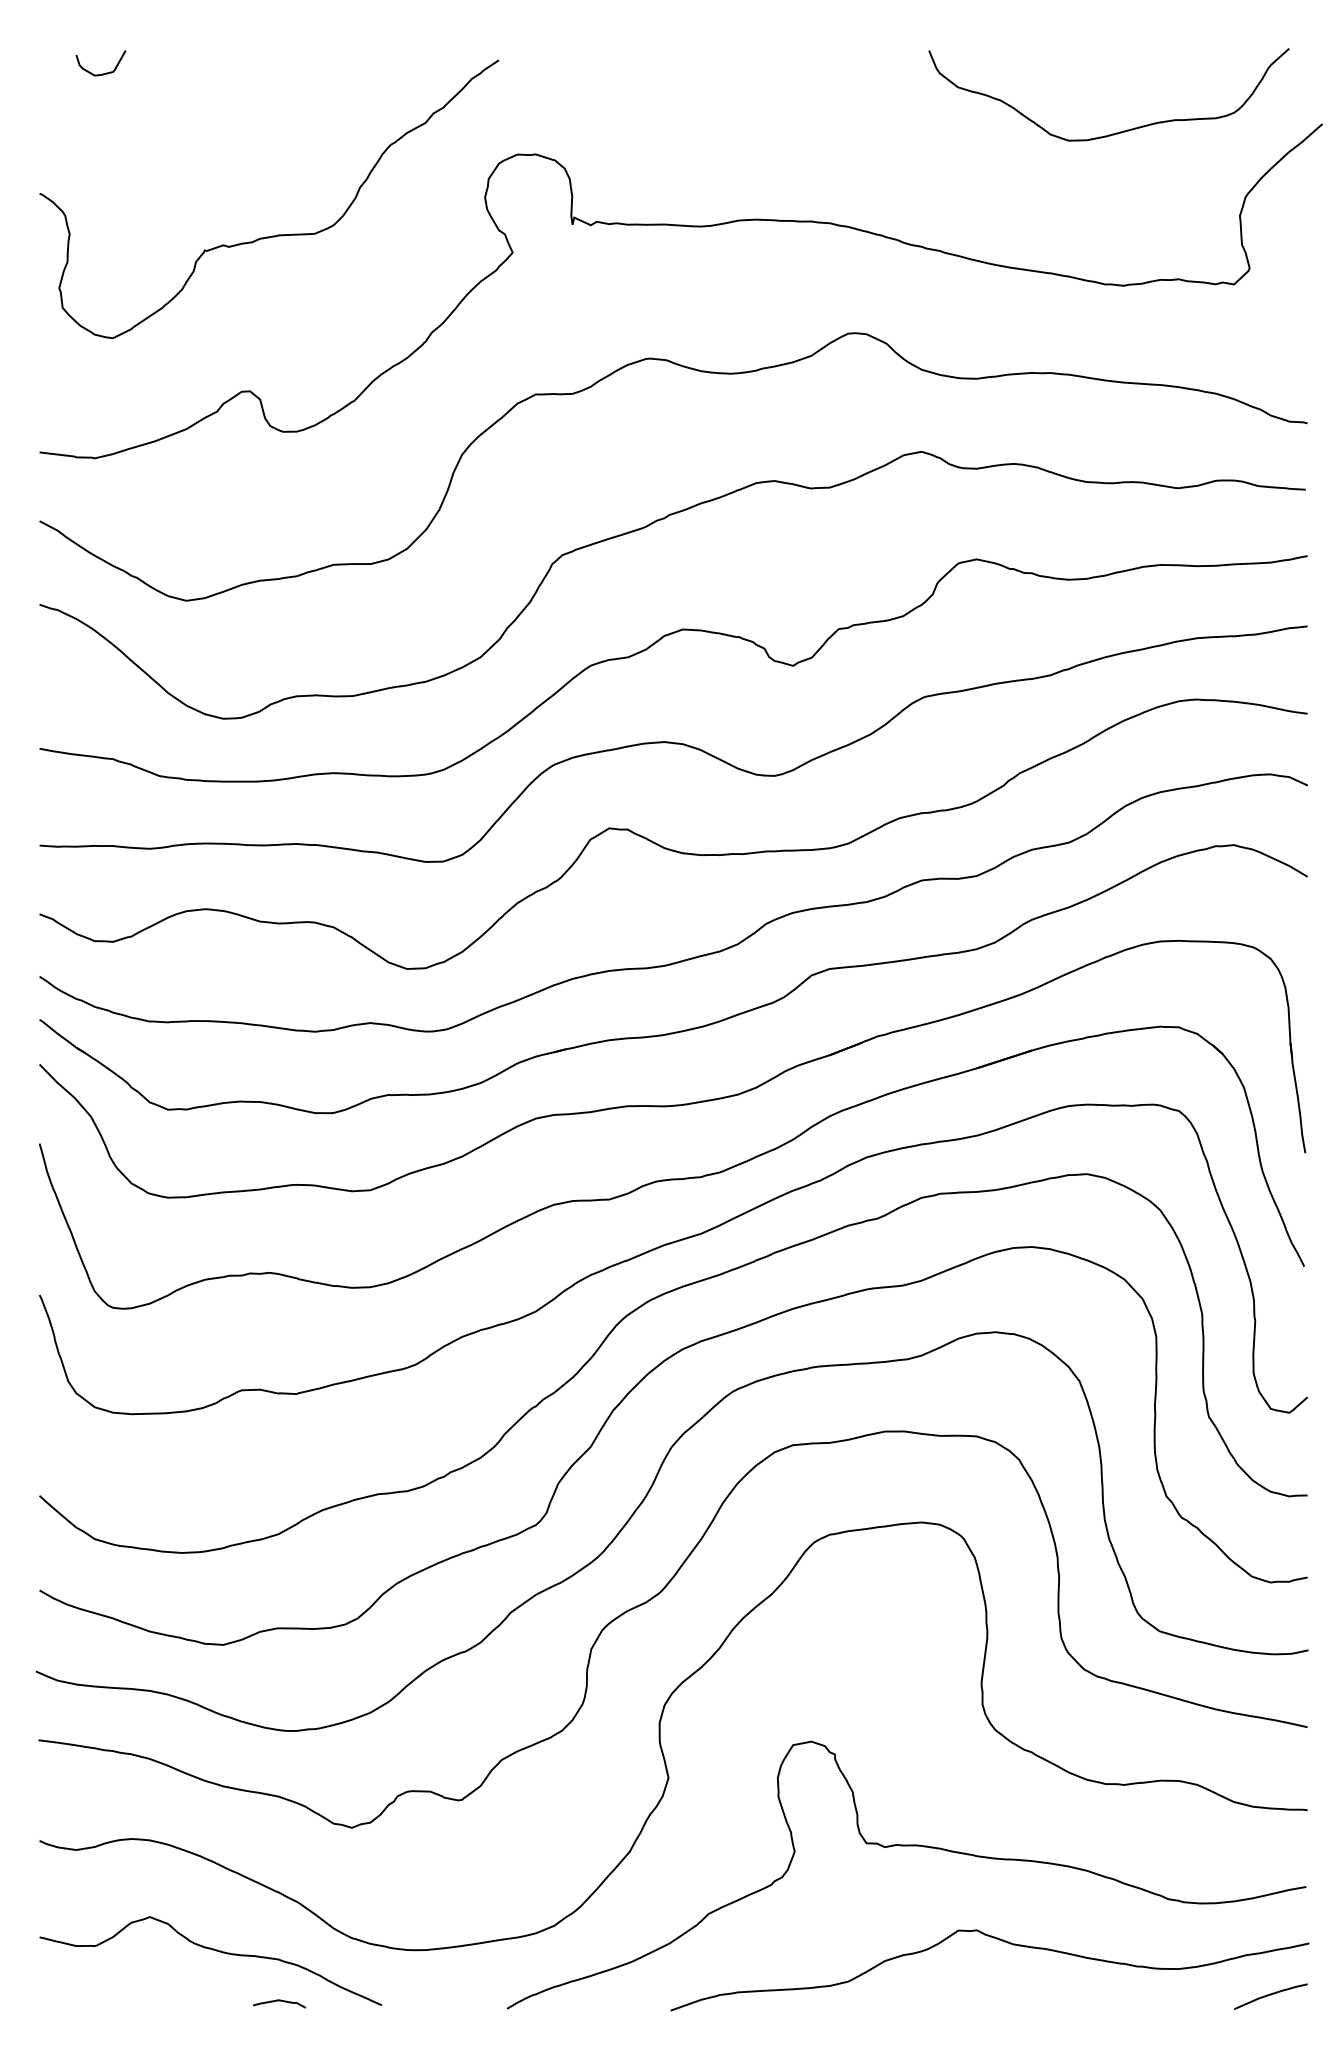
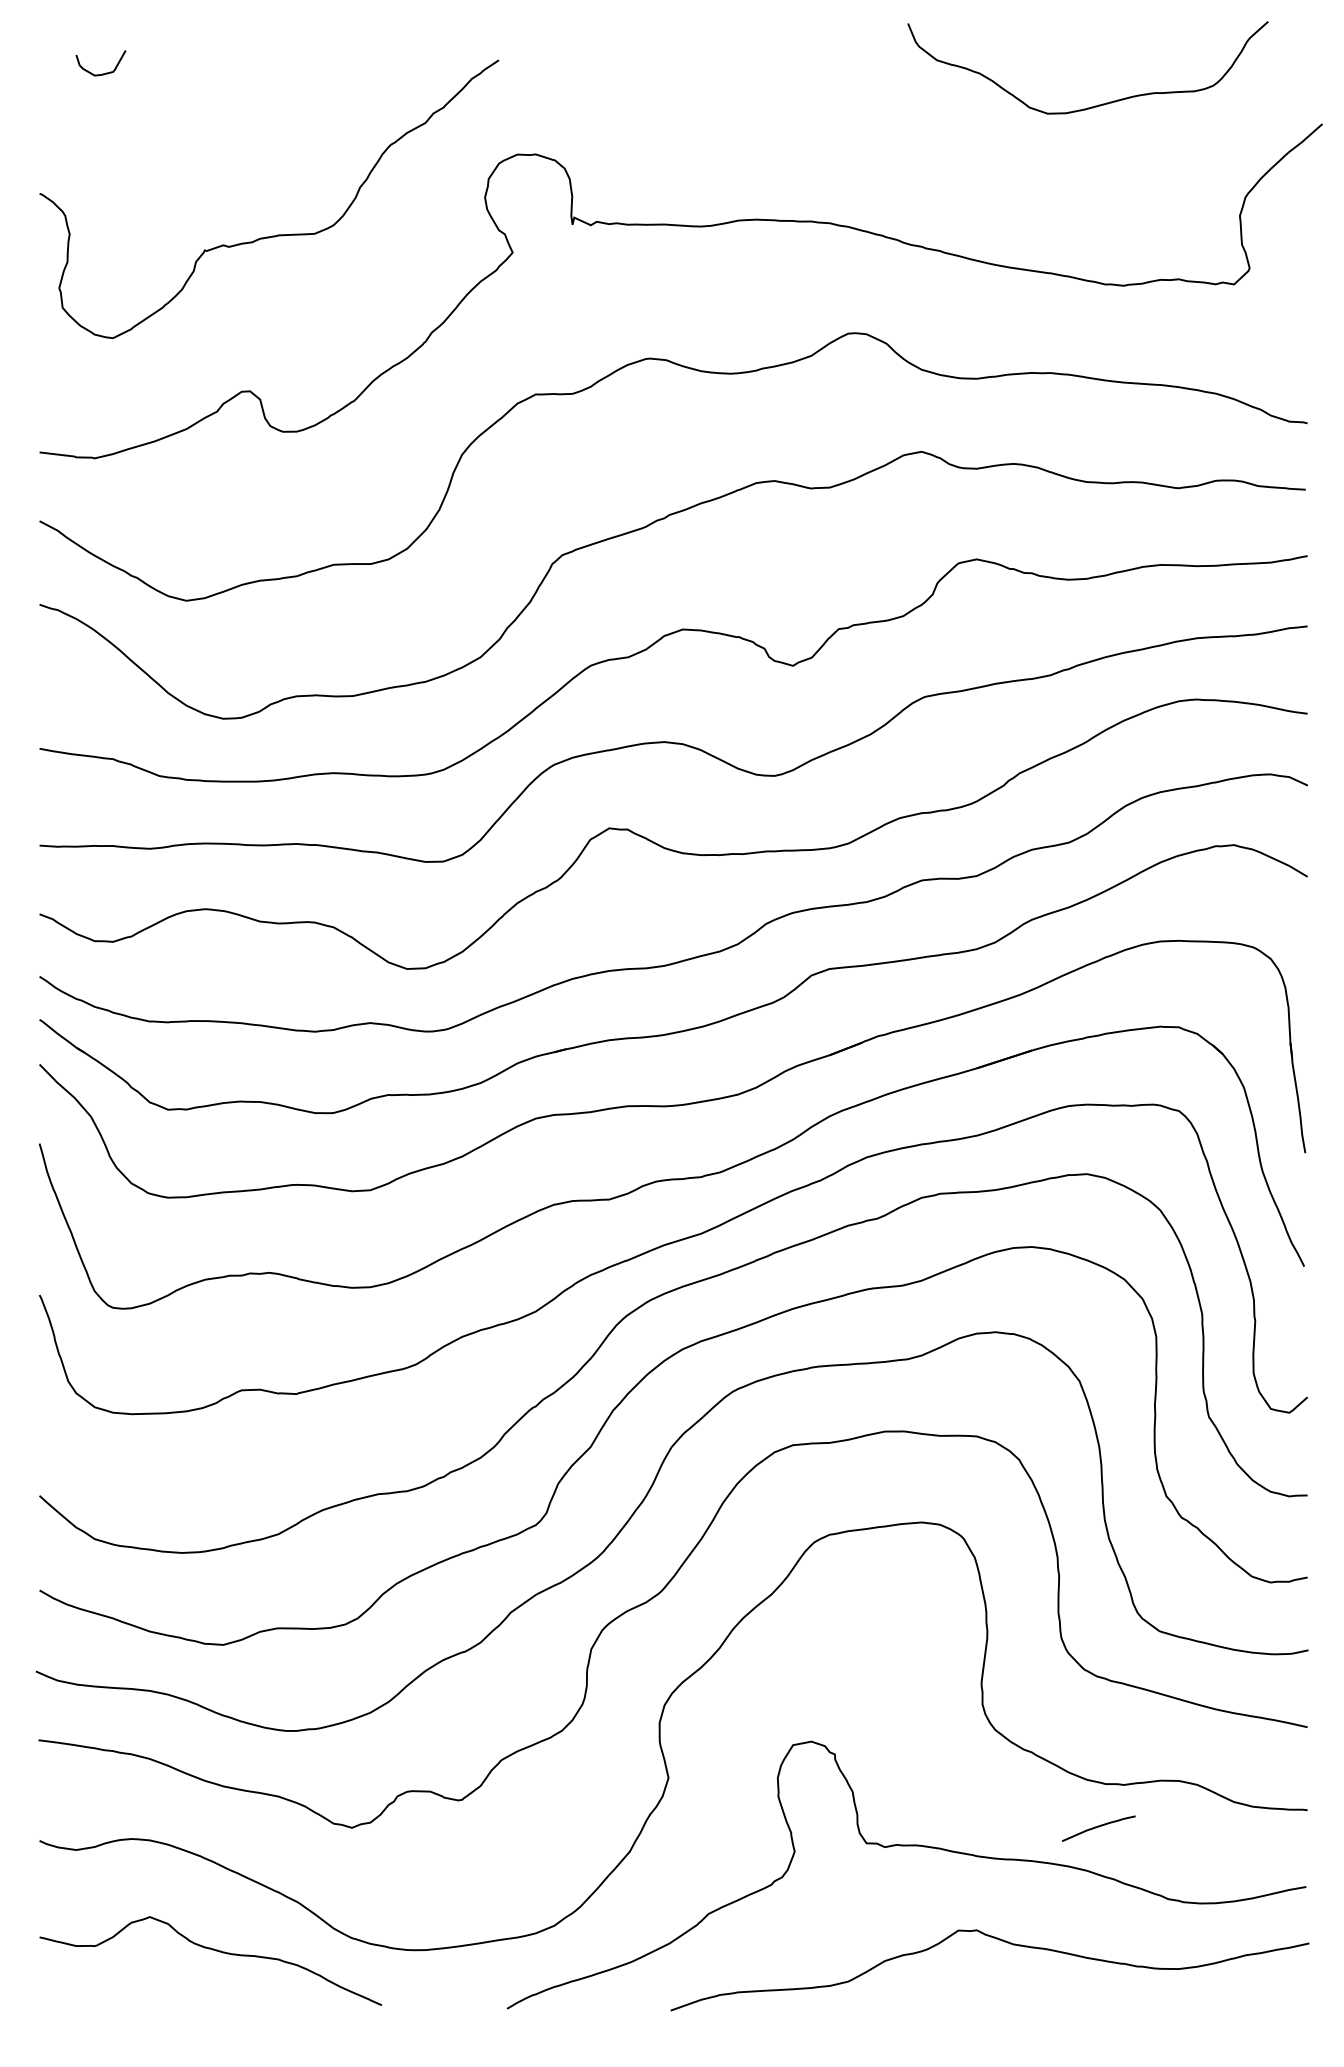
curve at (1119, 131) position: (1119, 131) -> (1098, 104)
curve at (1270, 1995) position: (1270, 1995) -> (1098, 1827)
curve at (279, 2001): present -> none
